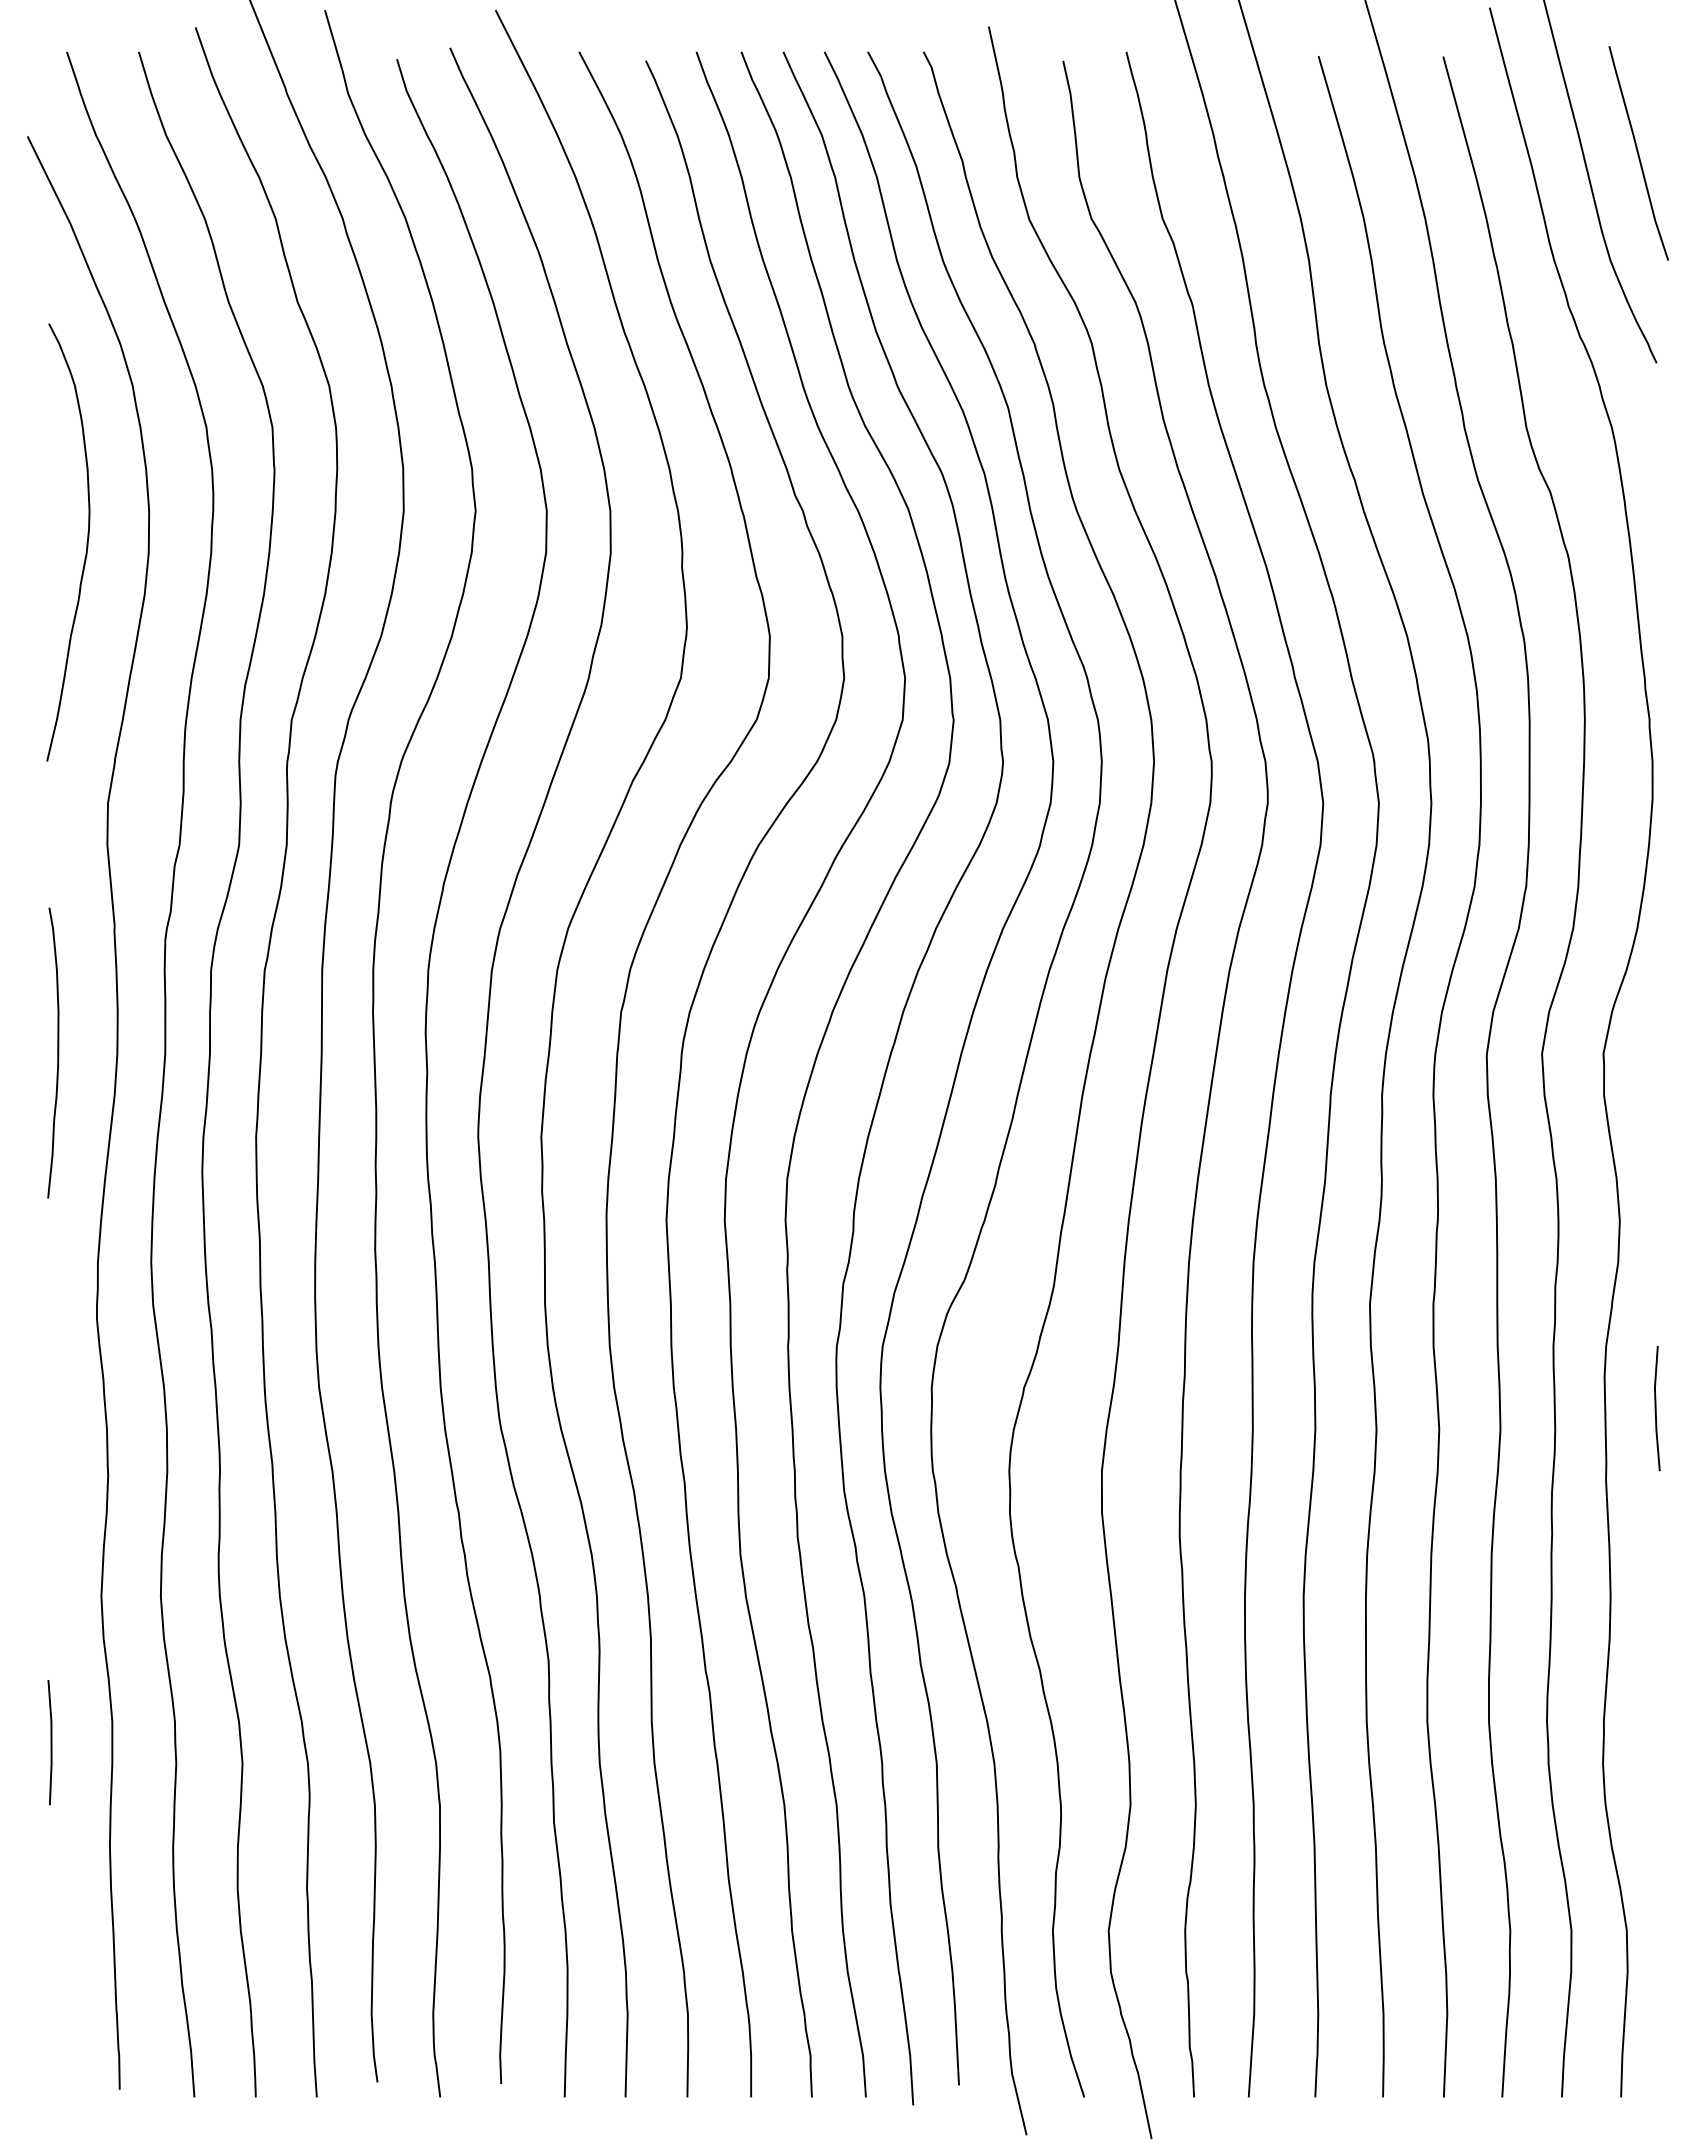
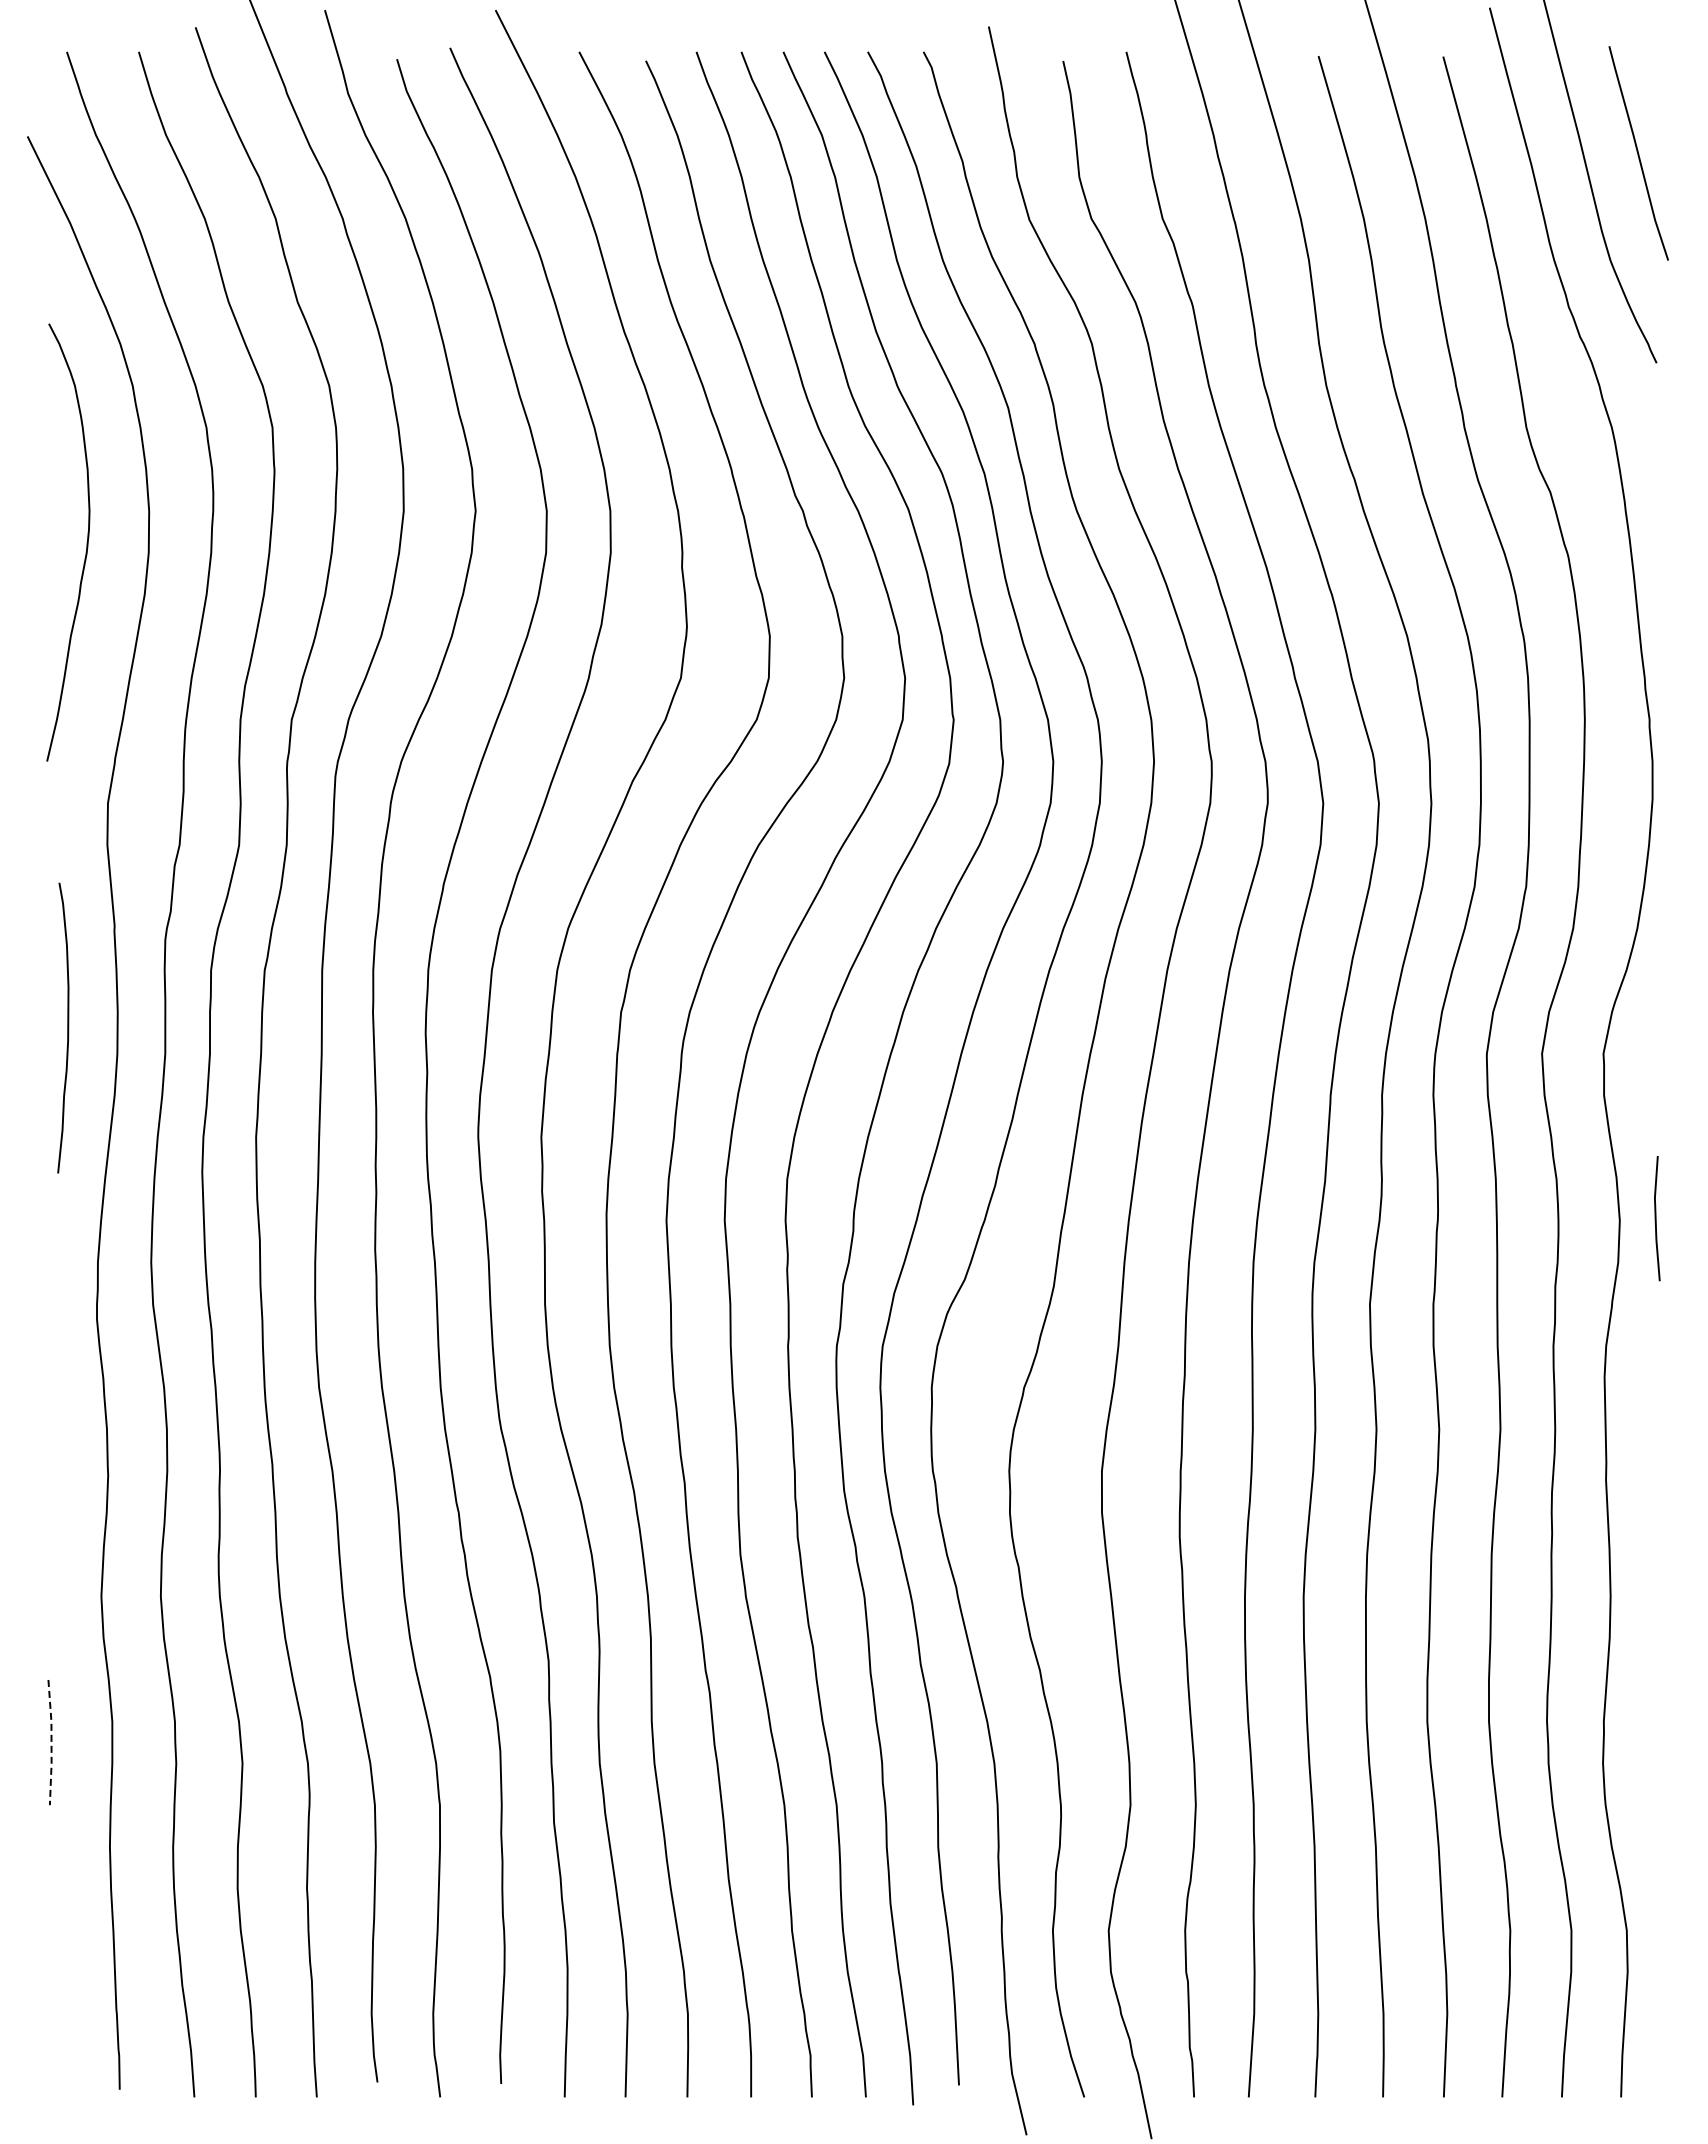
curve at (57, 1052) position: (57, 1052) -> (67, 1027)
line at (1656, 1408) position: (1656, 1408) -> (1656, 1218)
line at (51, 1742): solid -> dashed
